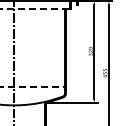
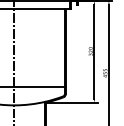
line at (33, 8): dashed -> solid
line at (33, 86): dashed -> solid
